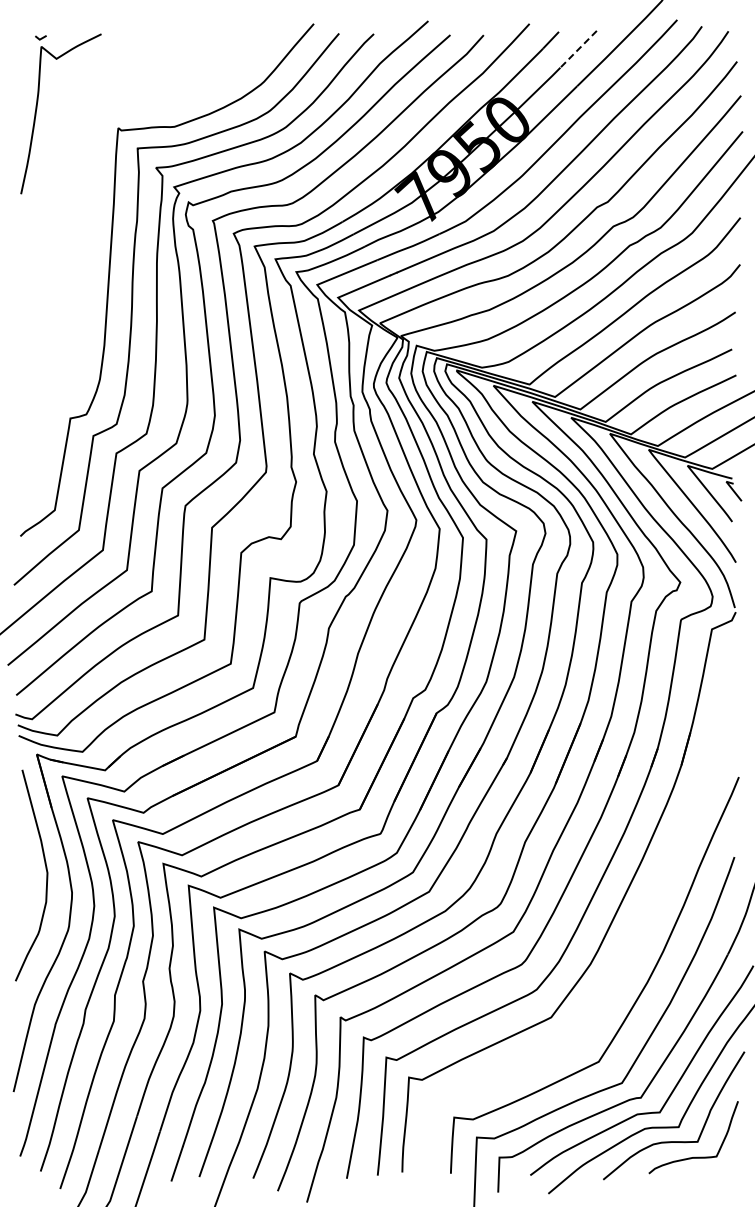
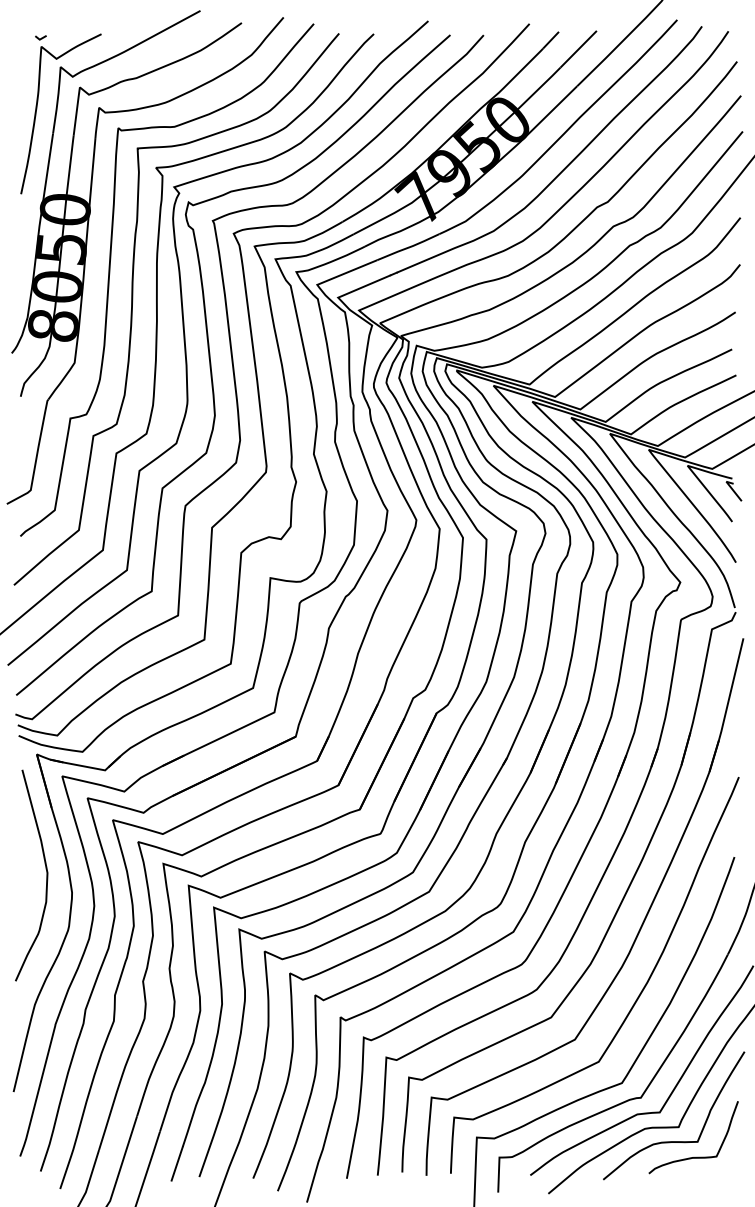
line at (578, 49): dashed -> solid
part at (86, 257): none -> present
part at (637, 932): none -> present
